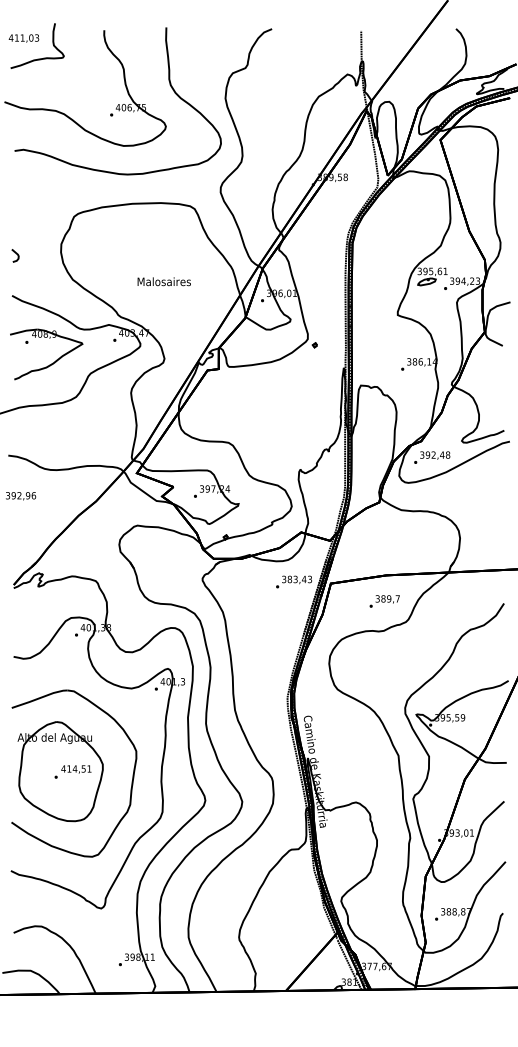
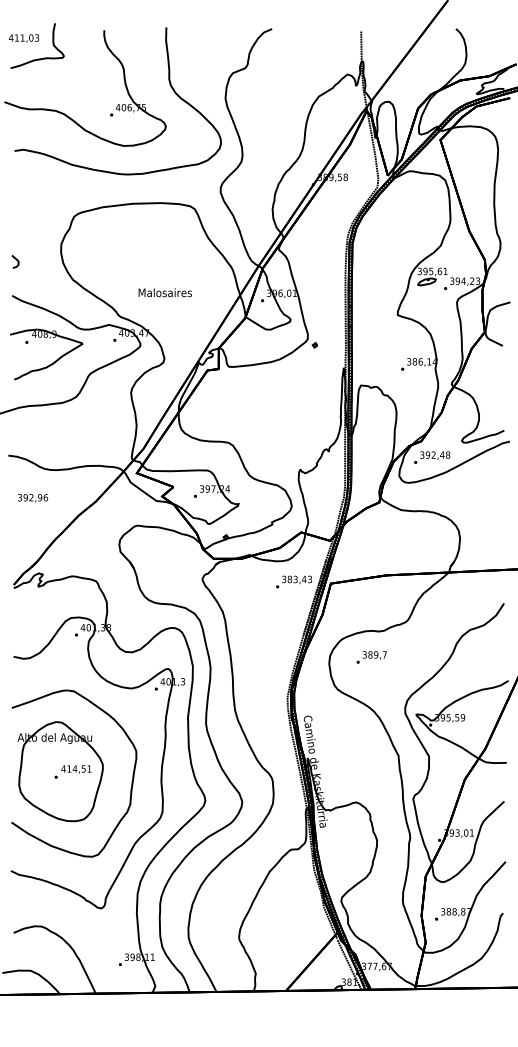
curve at (16, 254) position: (16, 254) -> (16, 260)
text at (163, 281) position: (163, 281) -> (164, 292)
text at (21, 496) position: (21, 496) -> (33, 498)
text at (384, 601) position: (384, 601) -> (371, 657)
